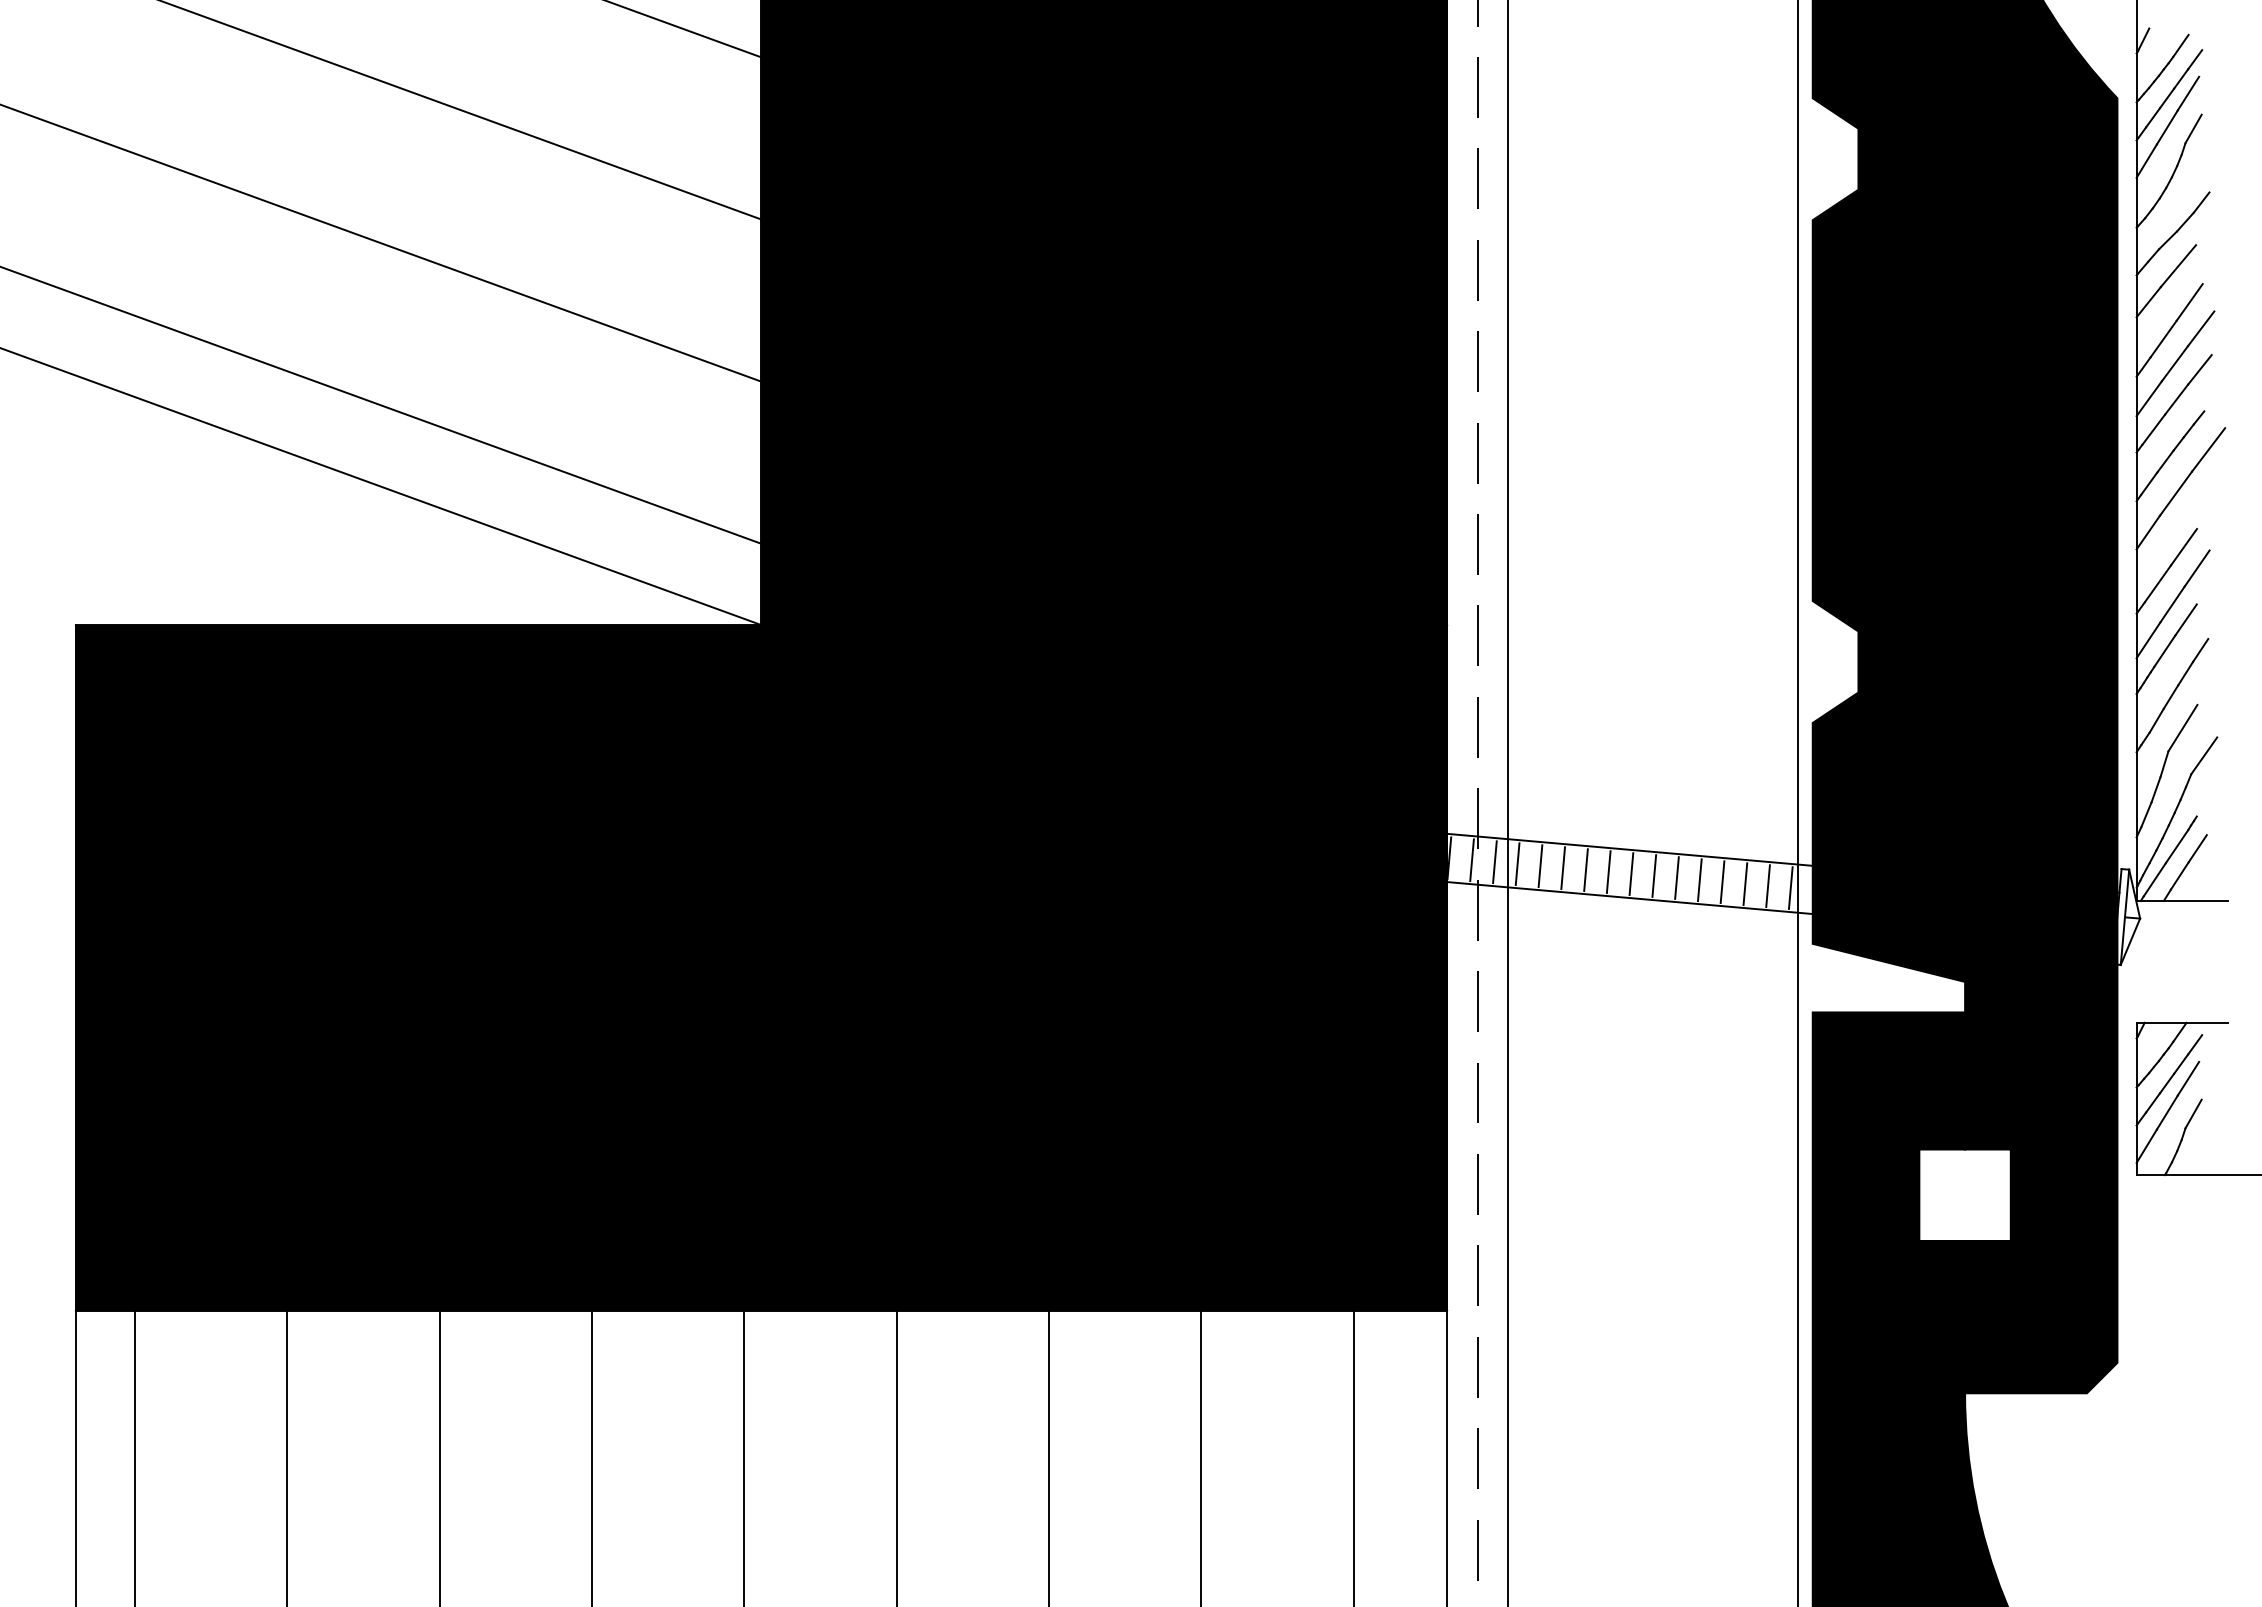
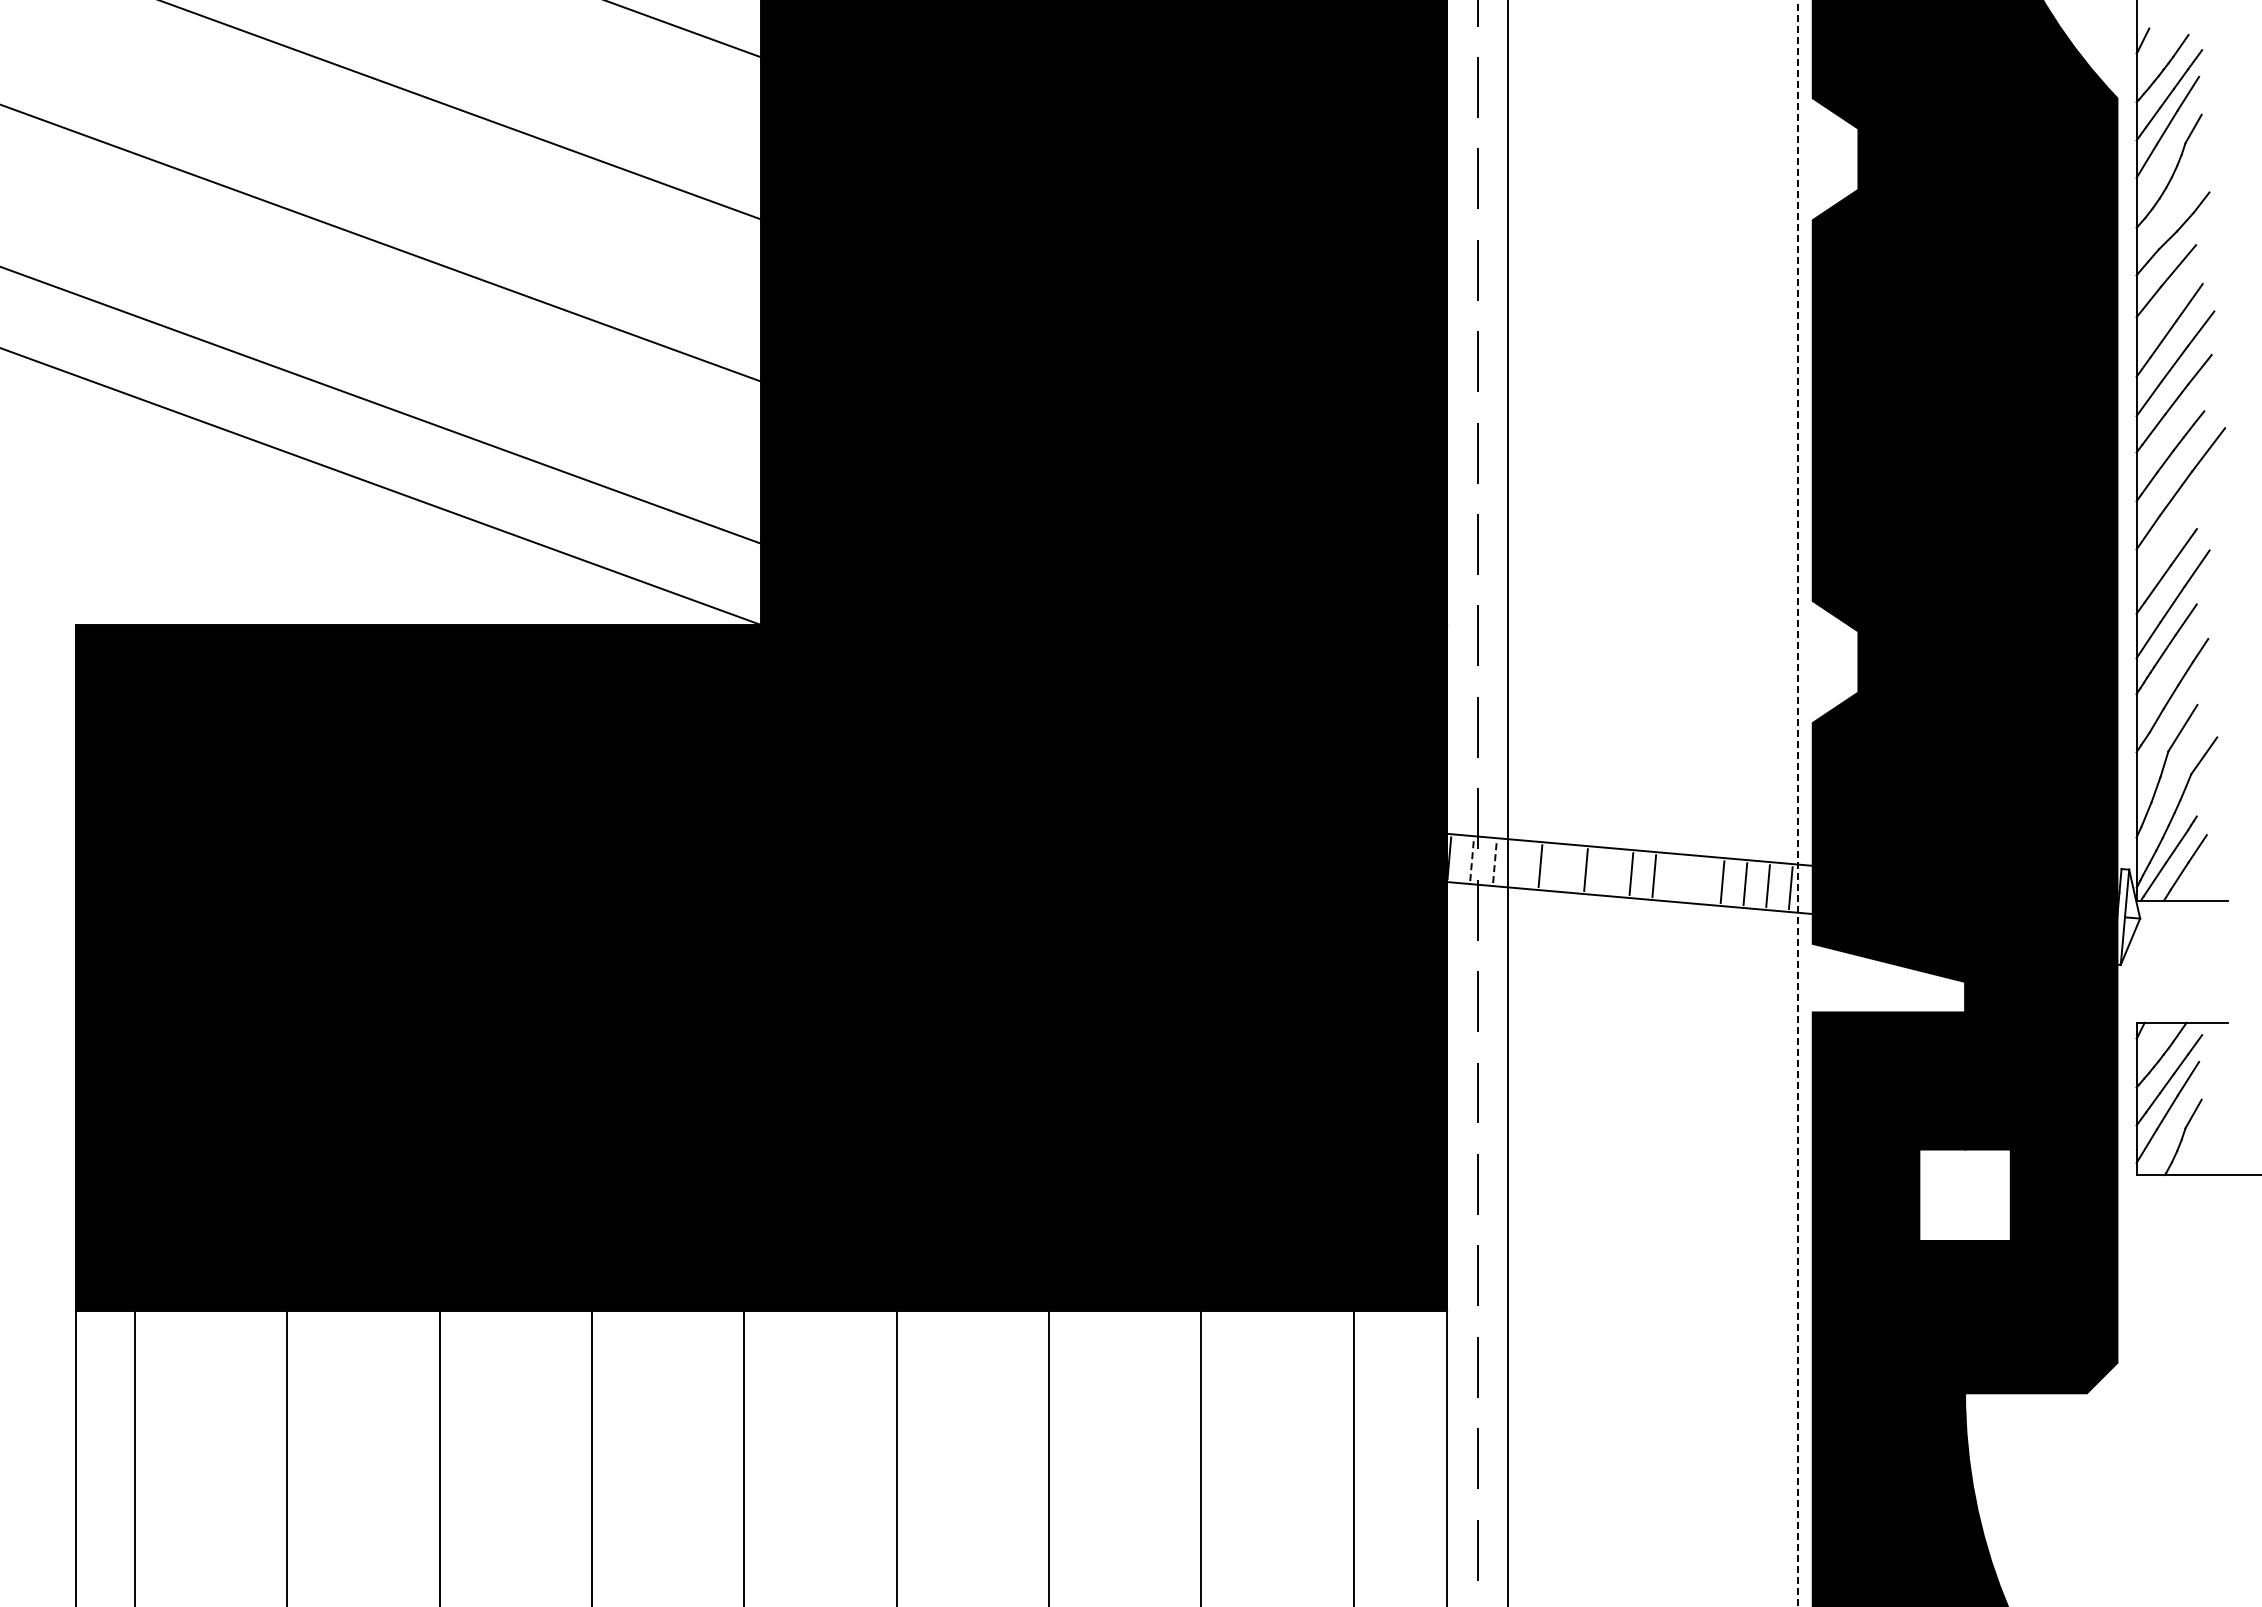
line at (1797, 803): solid -> dashed
line at (1472, 860): solid -> dashed
line at (1494, 862): solid -> dashed
line at (1517, 864): present -> none
line at (1563, 868): present -> none
line at (1608, 871): present -> none
line at (1676, 877): present -> none
line at (1699, 880): present -> none
